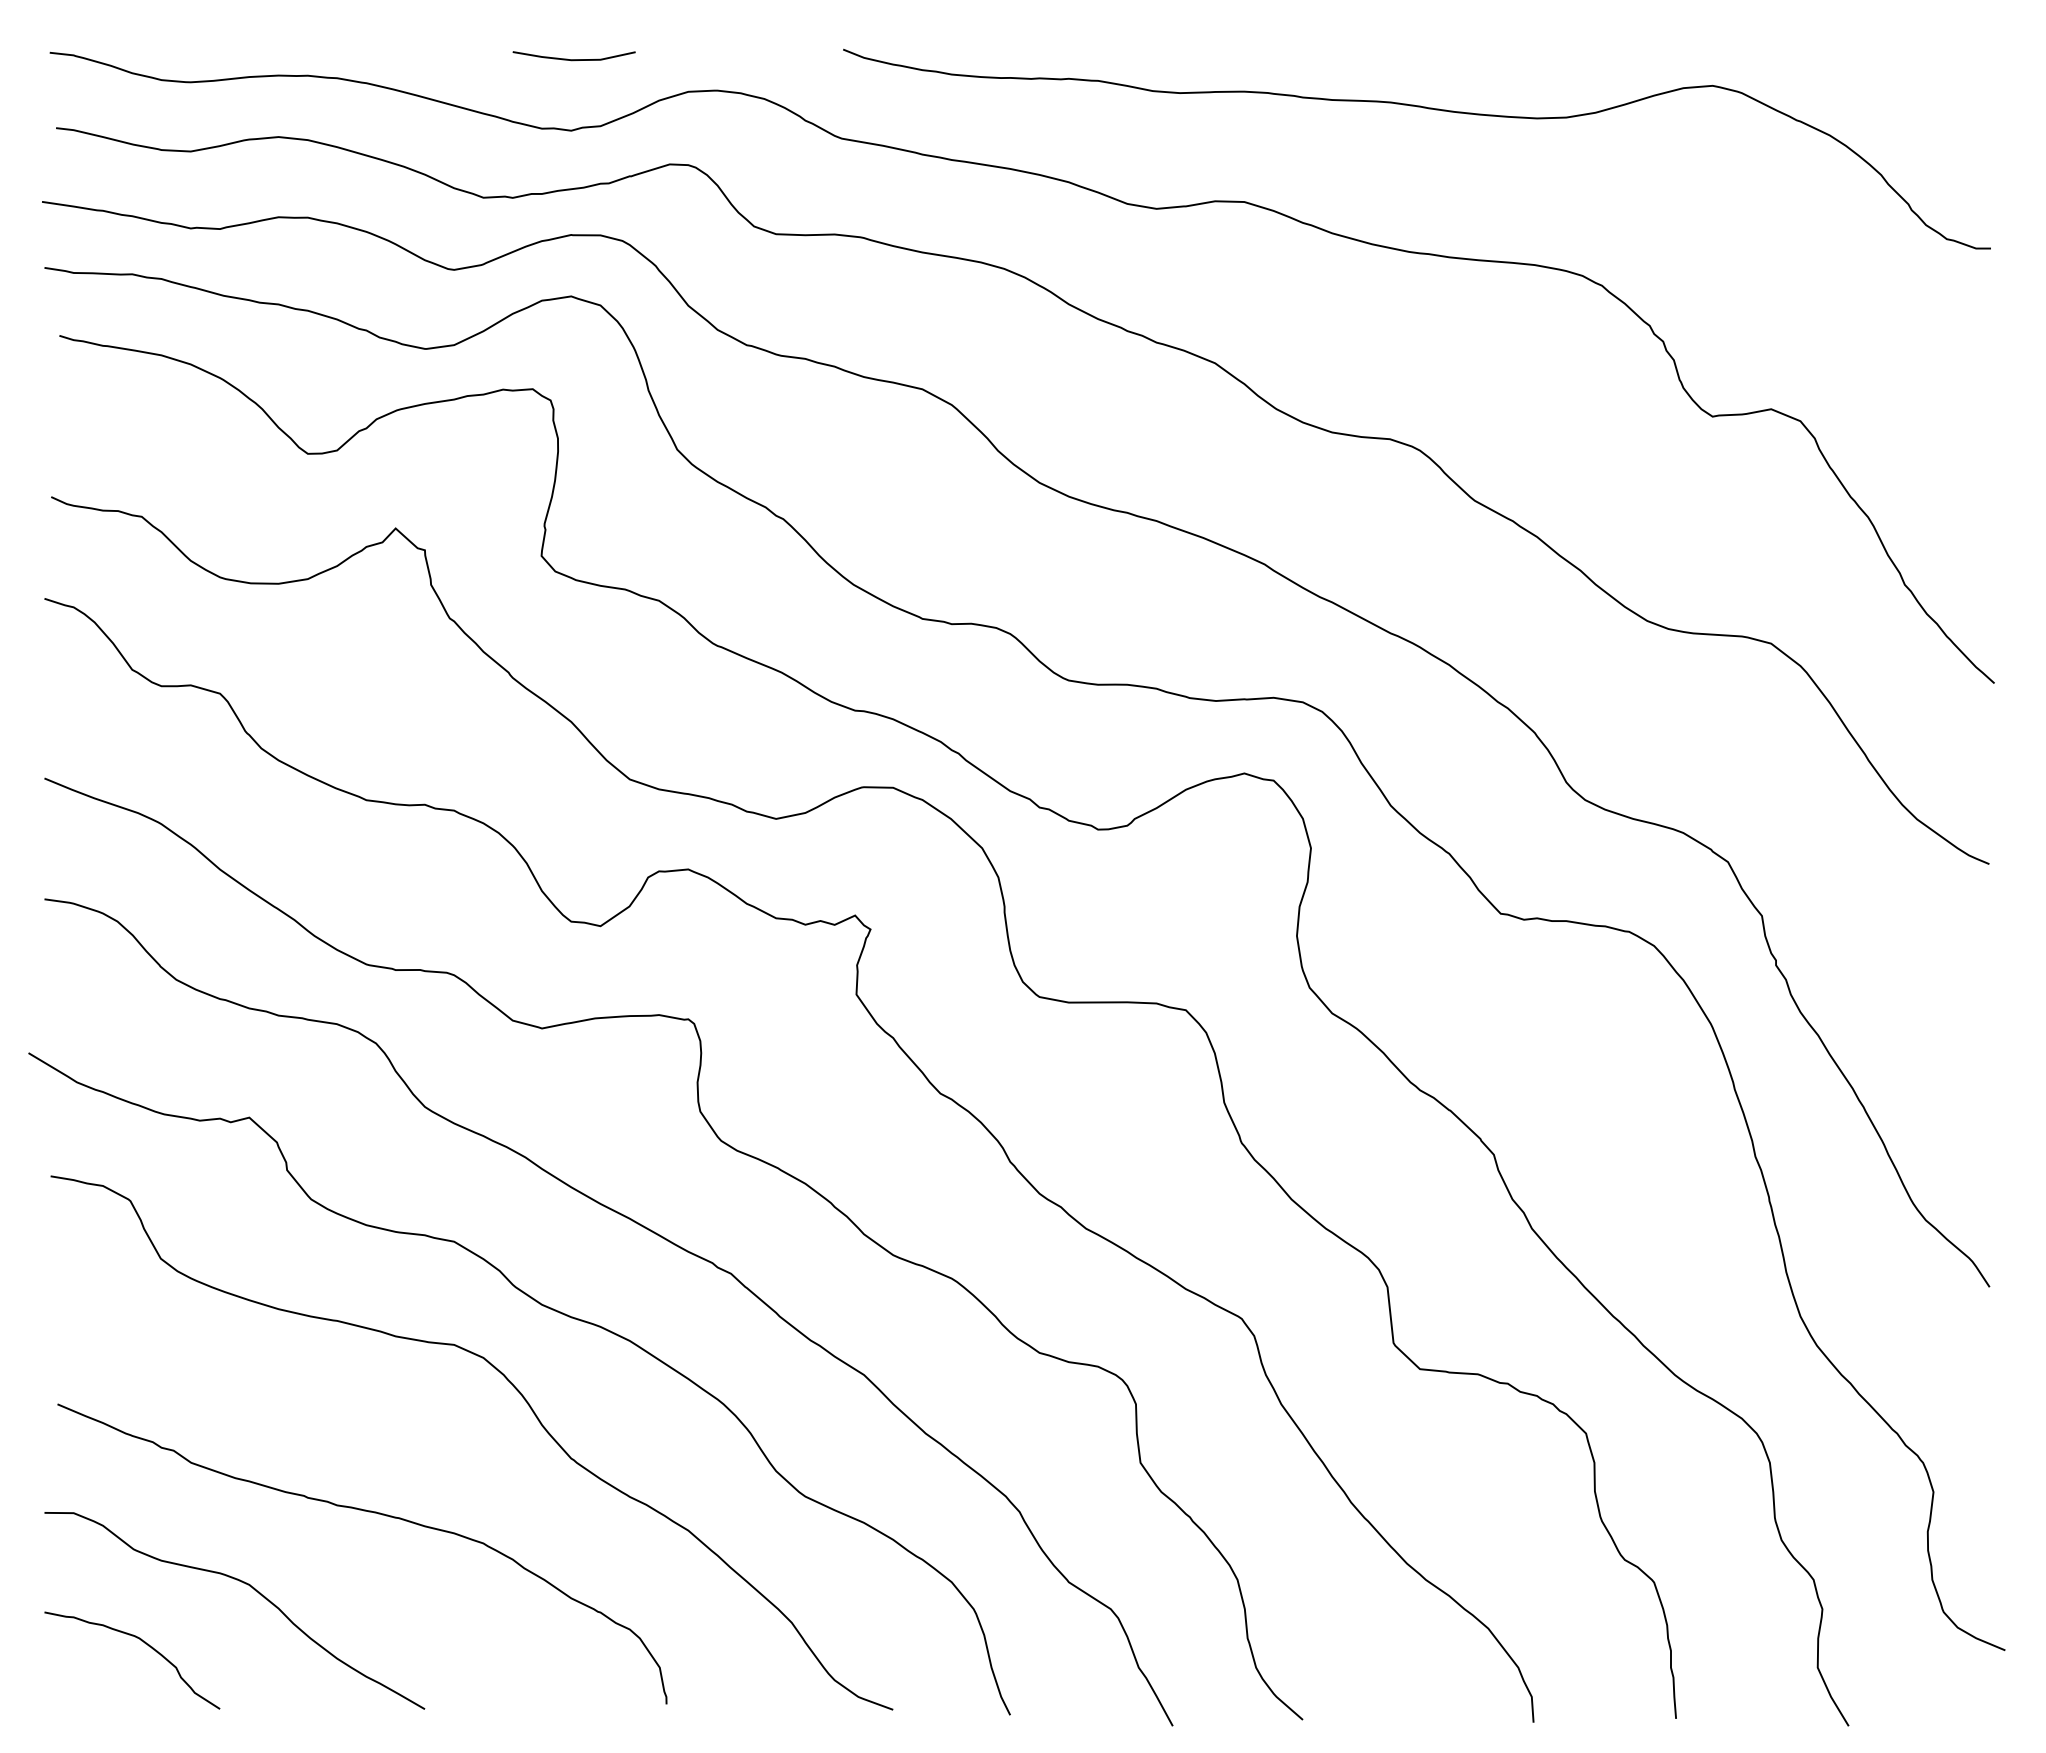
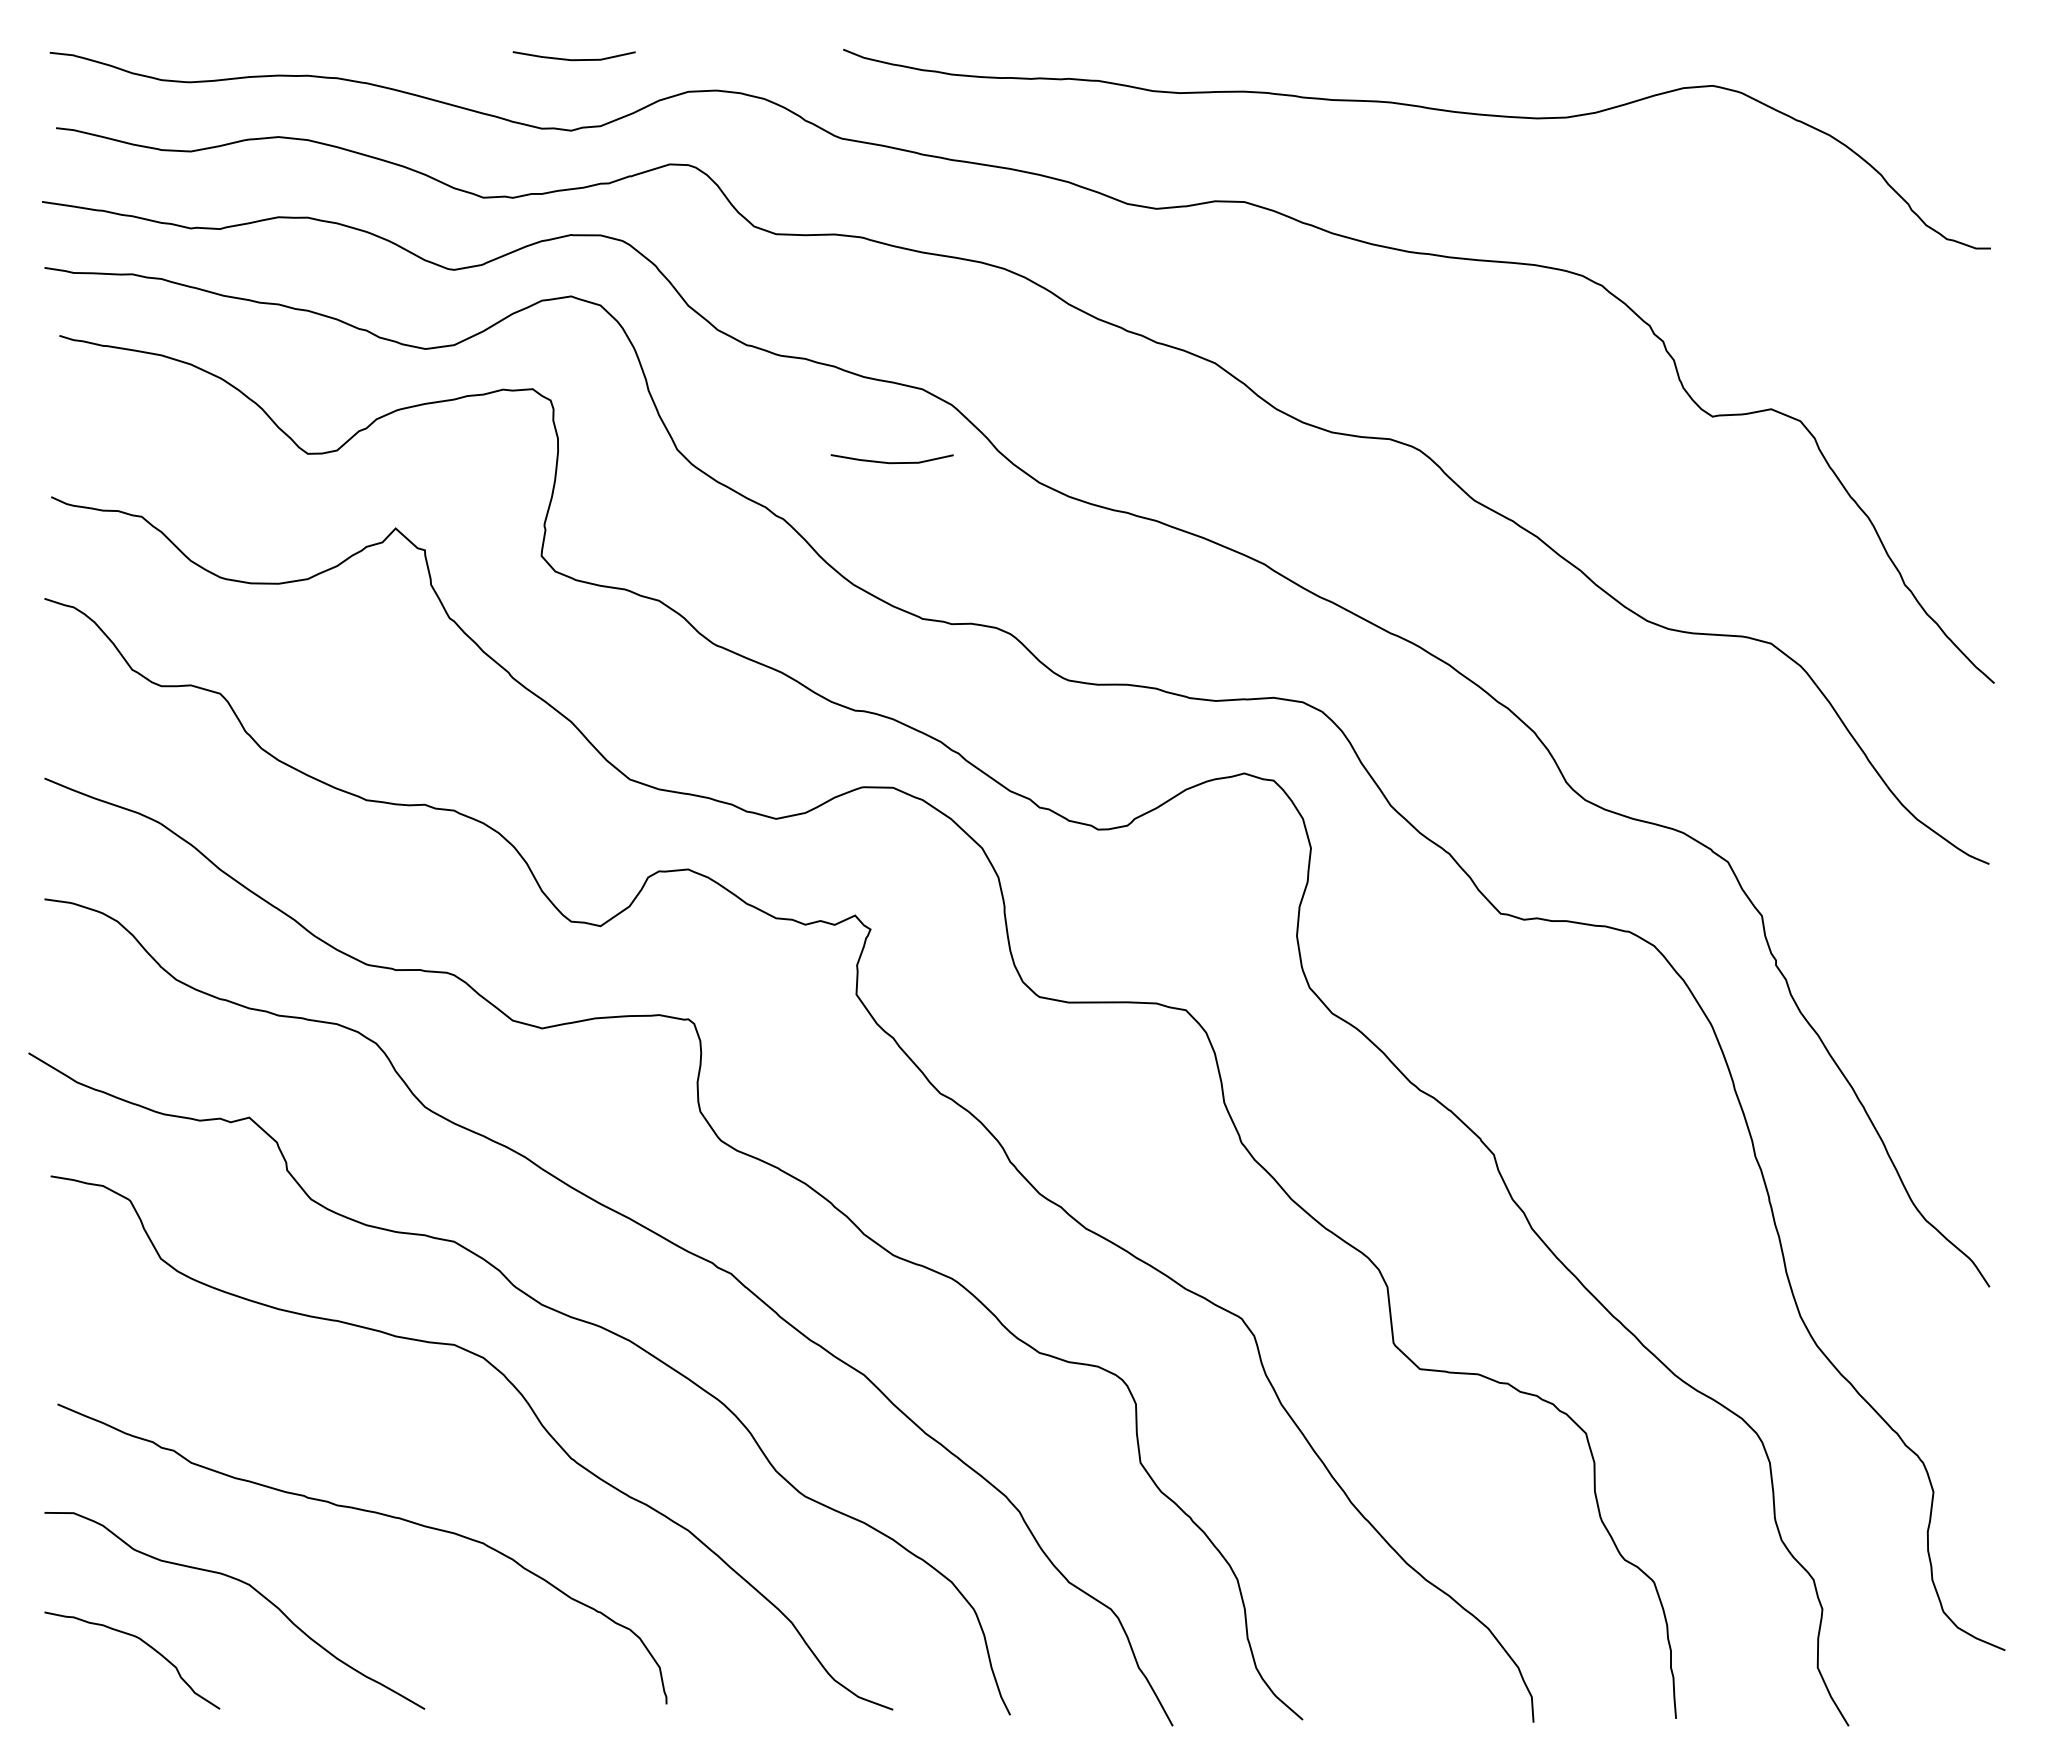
line at (891, 462): none -> present
